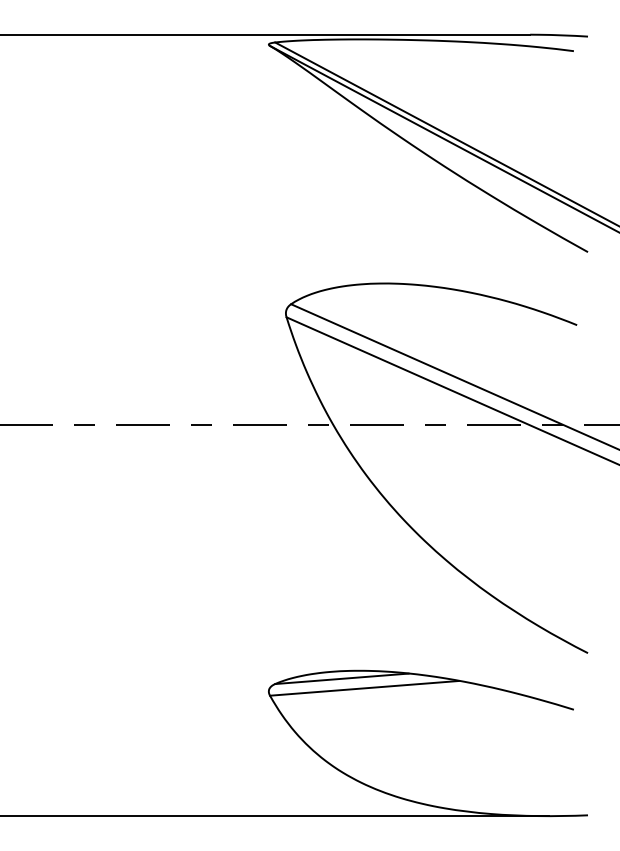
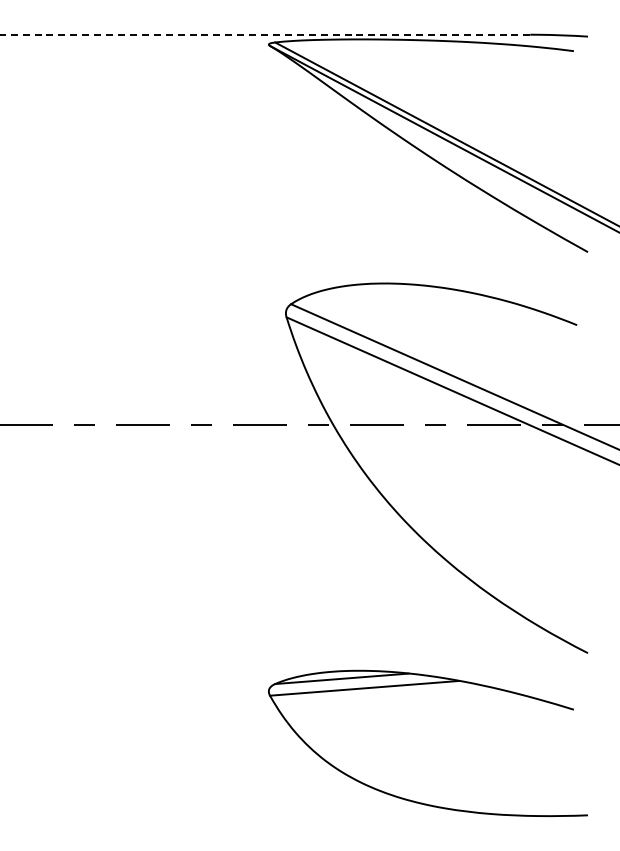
line at (265, 34): solid -> dashed
line at (275, 816): present -> none
